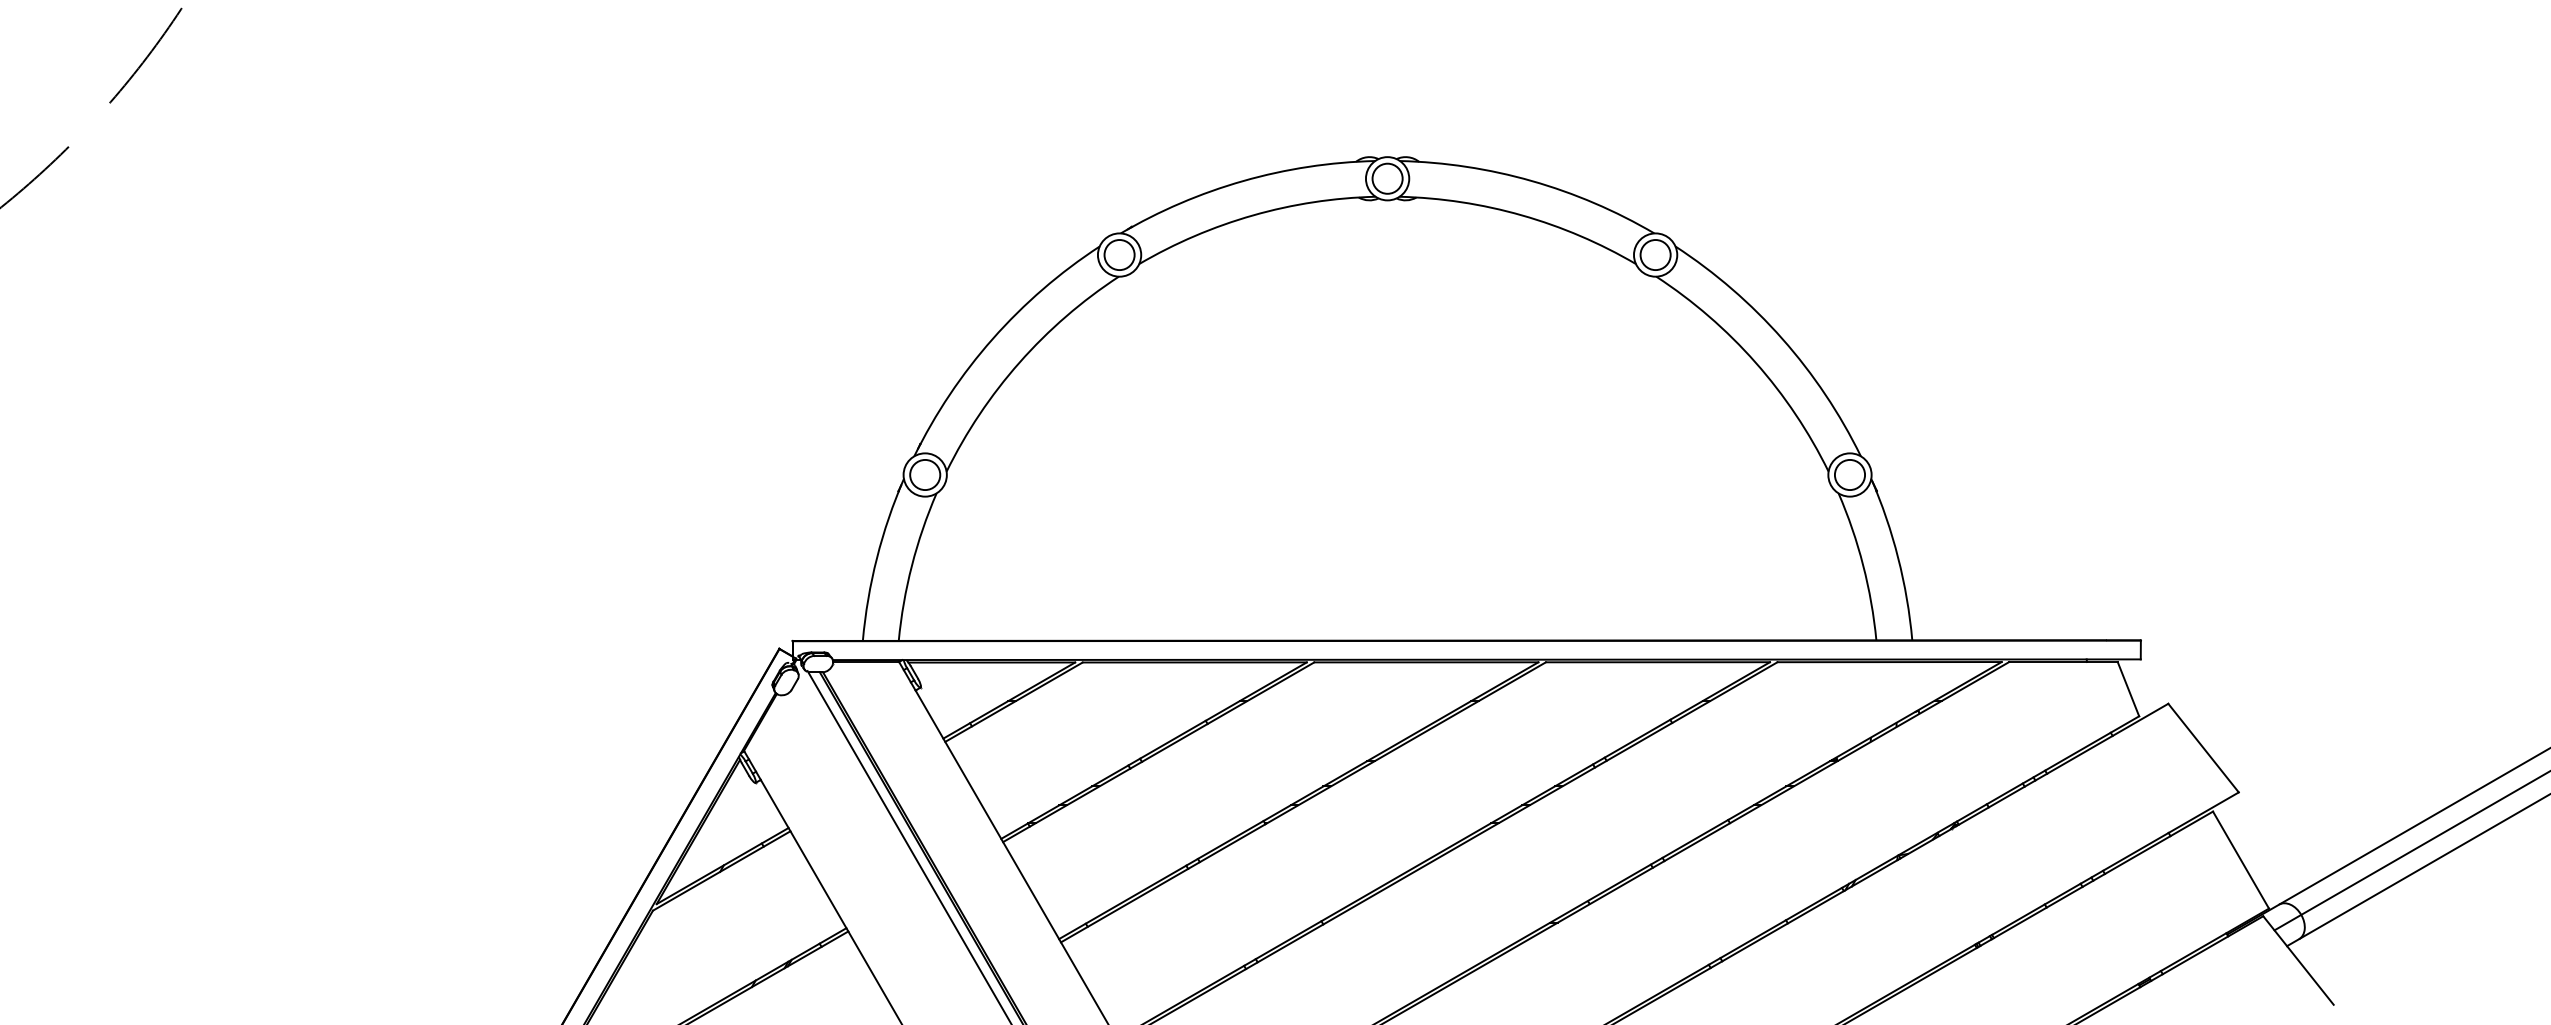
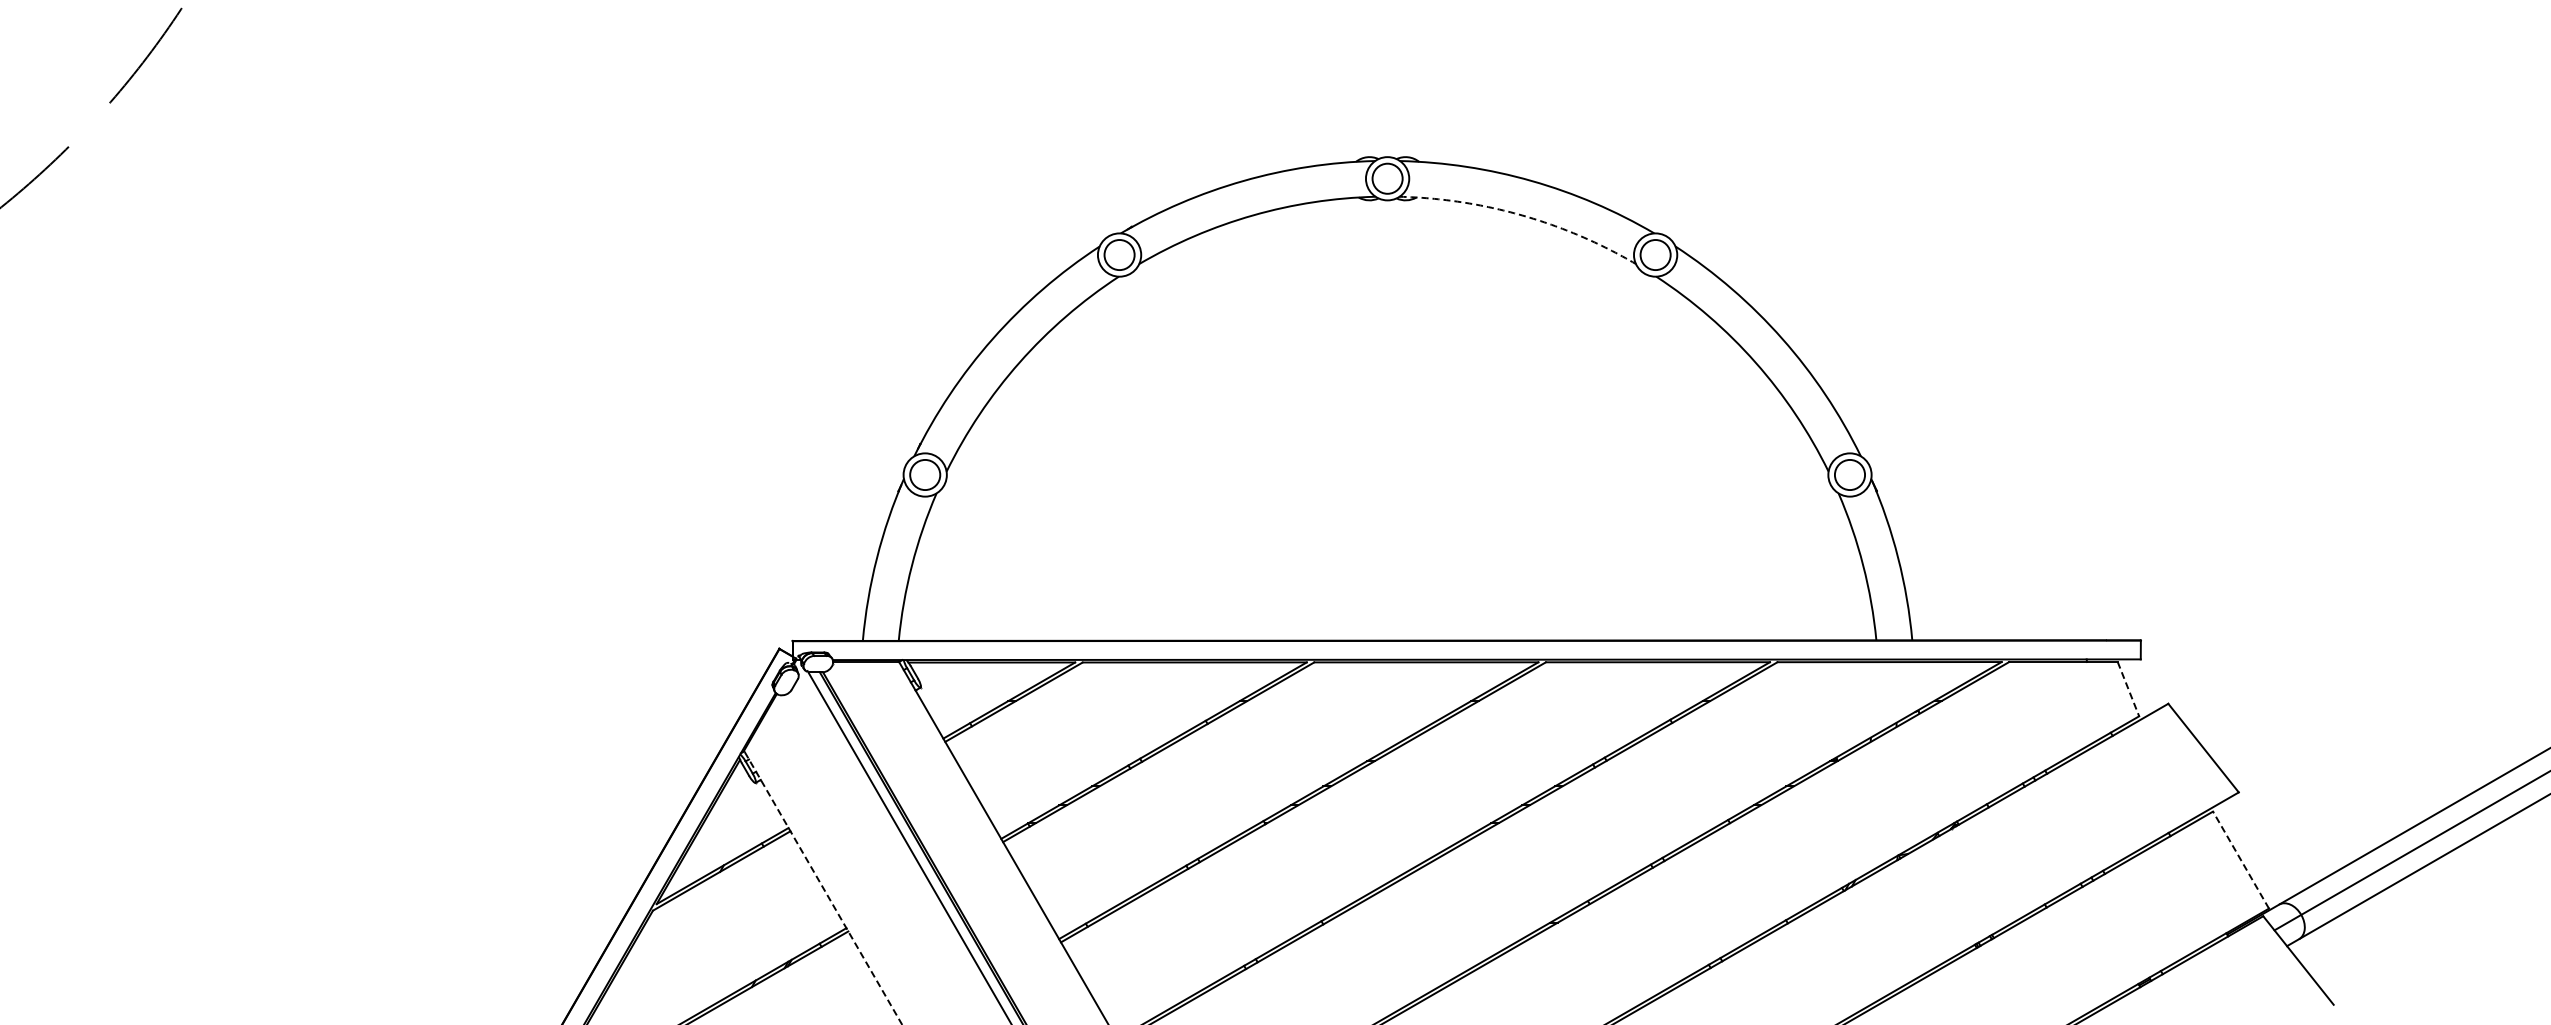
arc at (1522, 215): solid -> dashed
line at (2128, 689): solid -> dashed
line at (2241, 860): solid -> dashed
line at (823, 887): solid -> dashed
